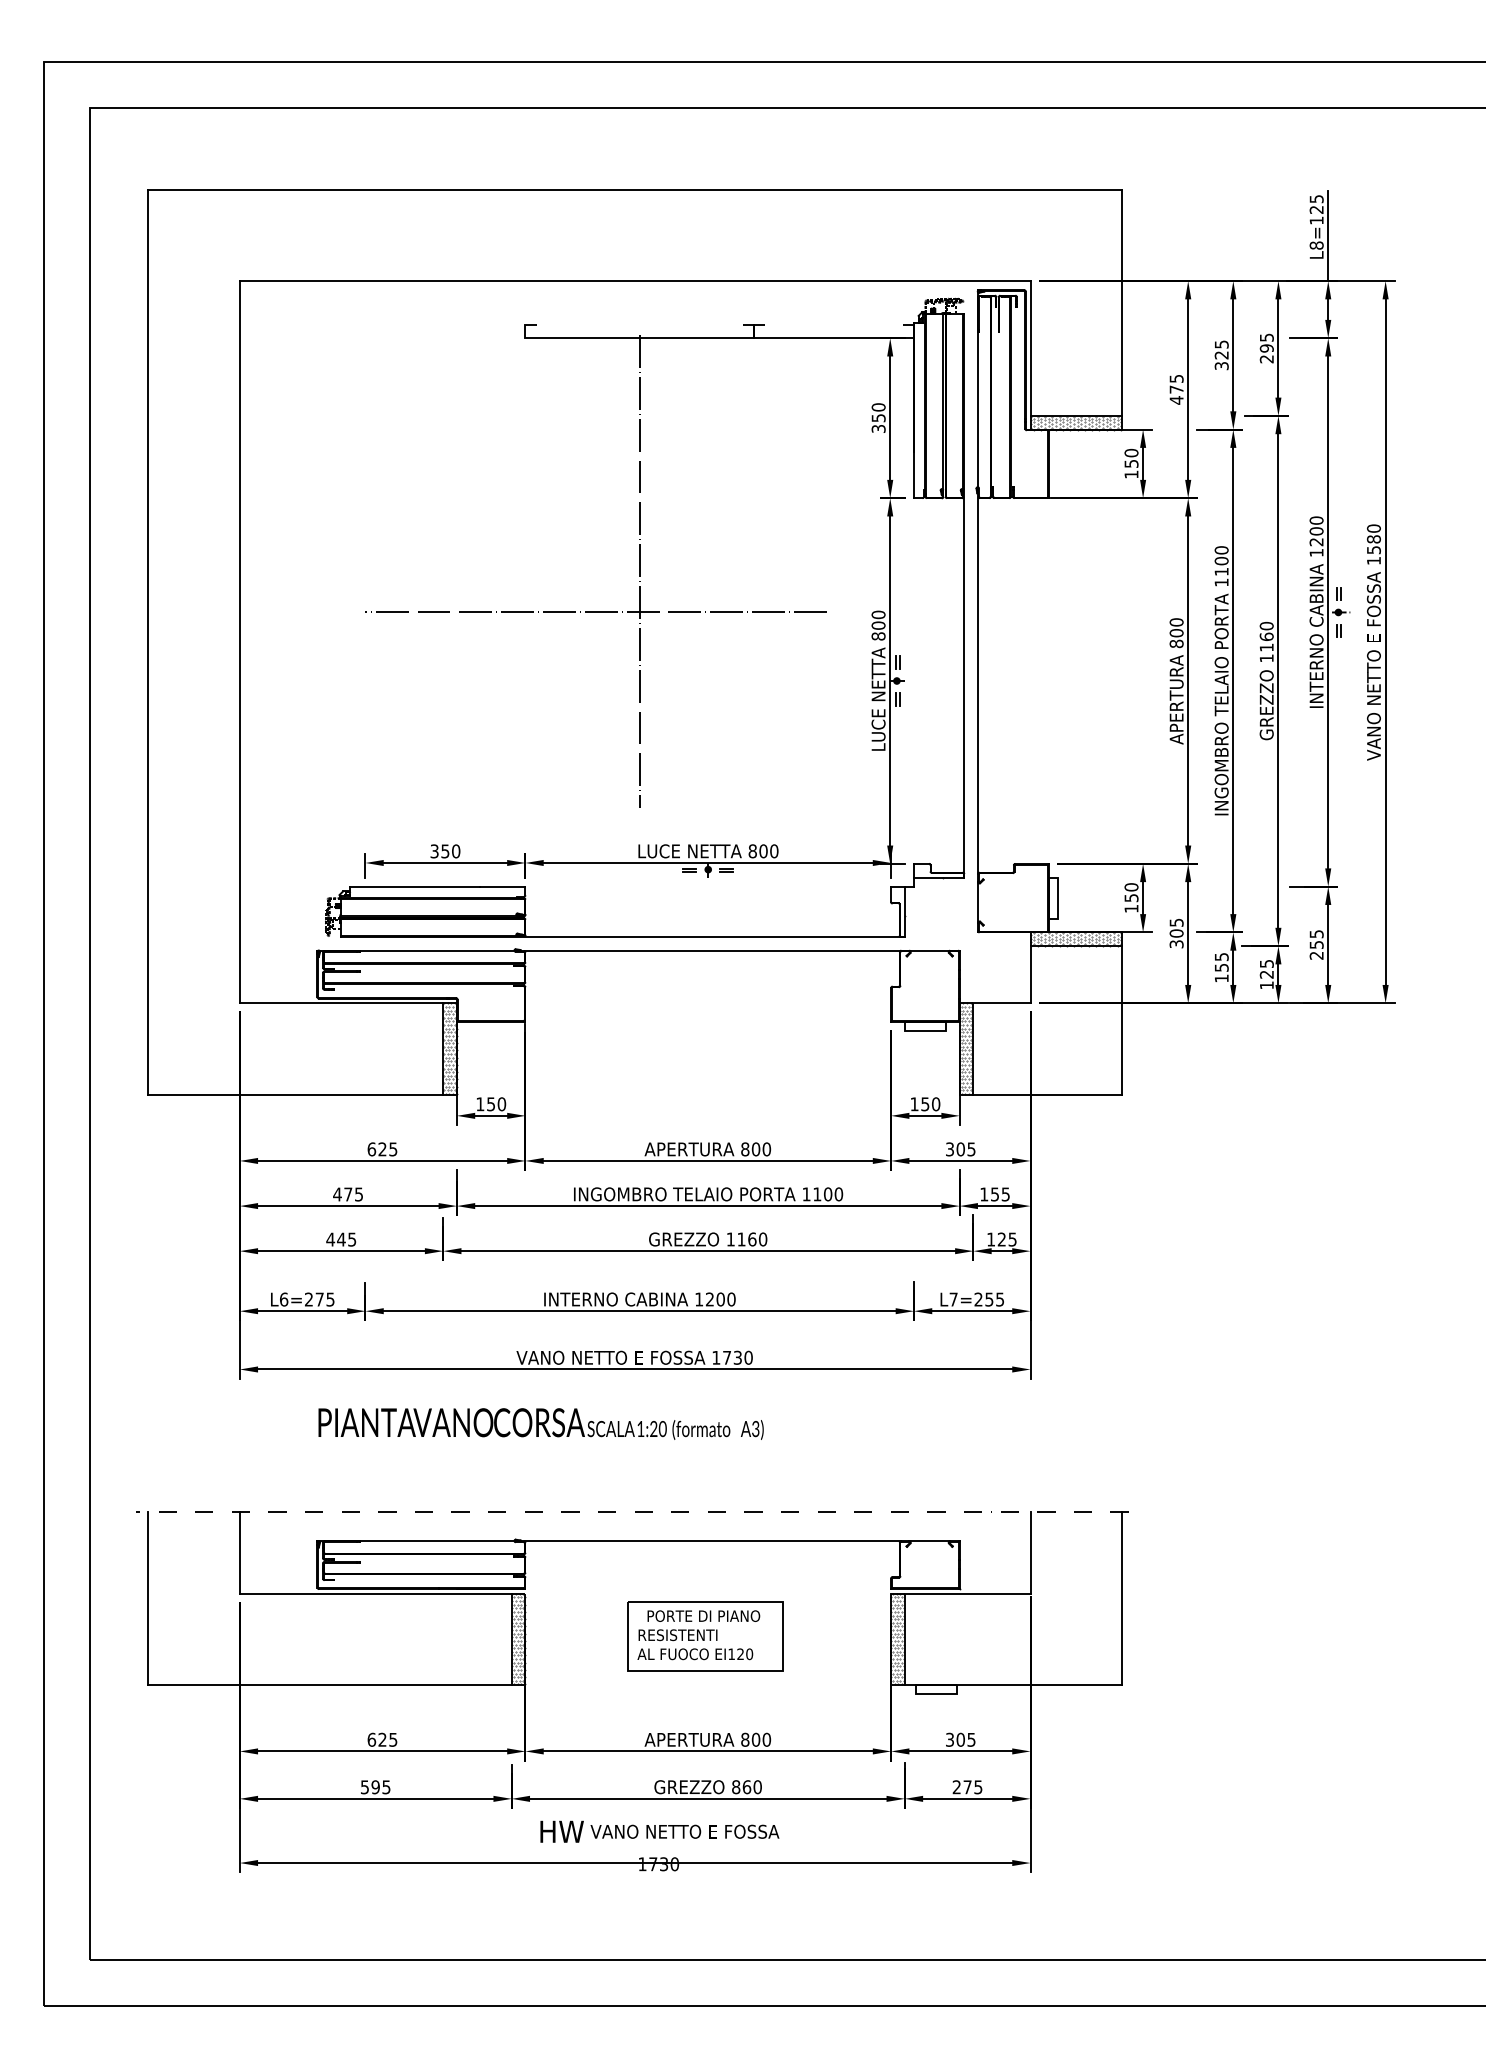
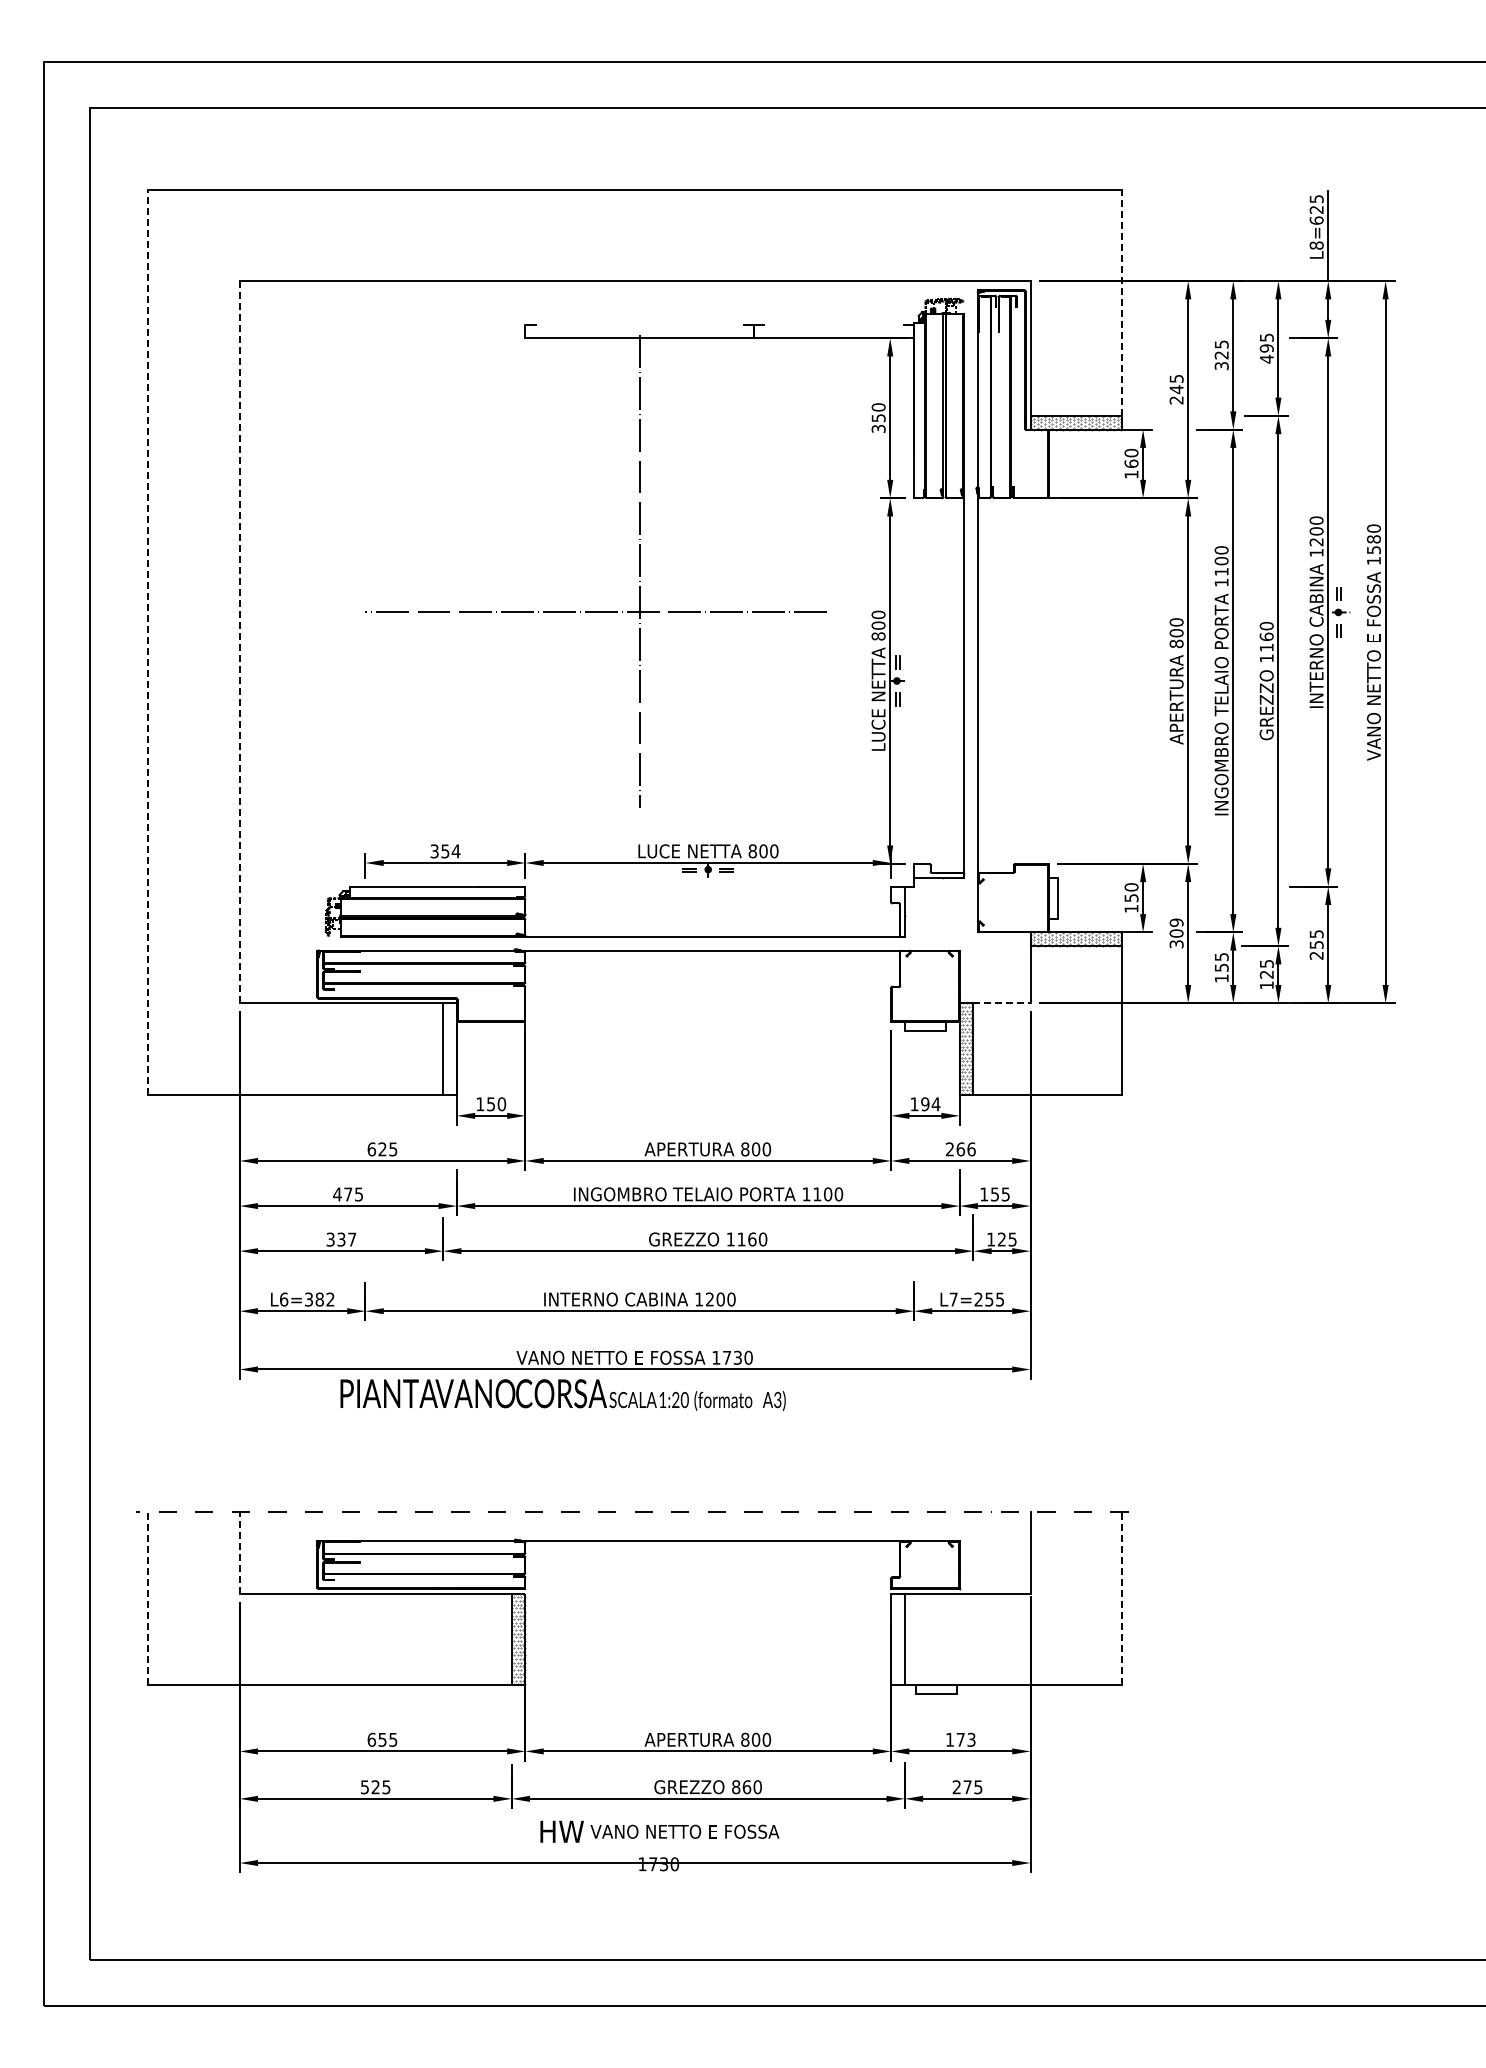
text at (1316, 220): L8=125 -> L8=625
line at (1121, 302): solid -> dashed
text at (1266, 358): 295 -> 495
text at (1176, 394): 475 -> 245
text at (1131, 463): 150 -> 160
line at (239, 641): solid -> dashed
line at (148, 642): solid -> dashed
text at (455, 851): 350 -> 354
text at (1176, 922): 305 -> 309
line at (1001, 1003): solid -> dashed
hatch at (449, 1048): present -> none
text at (930, 1104): 150 -> 194
text at (960, 1149): 305 -> 266
text at (341, 1239): 445 -> 337
text at (319, 1299): L6=275 -> L6=382
text at (540, 1423) position: (540, 1423) -> (562, 1394)
line at (239, 1553): solid -> dashed
line at (148, 1598): solid -> dashed
line at (1121, 1598): solid -> dashed
part at (705, 1636): present -> none
hatch at (897, 1638): present -> none
text at (382, 1739): 625 -> 655
text at (960, 1739): 305 -> 173
text at (375, 1787): 595 -> 525
